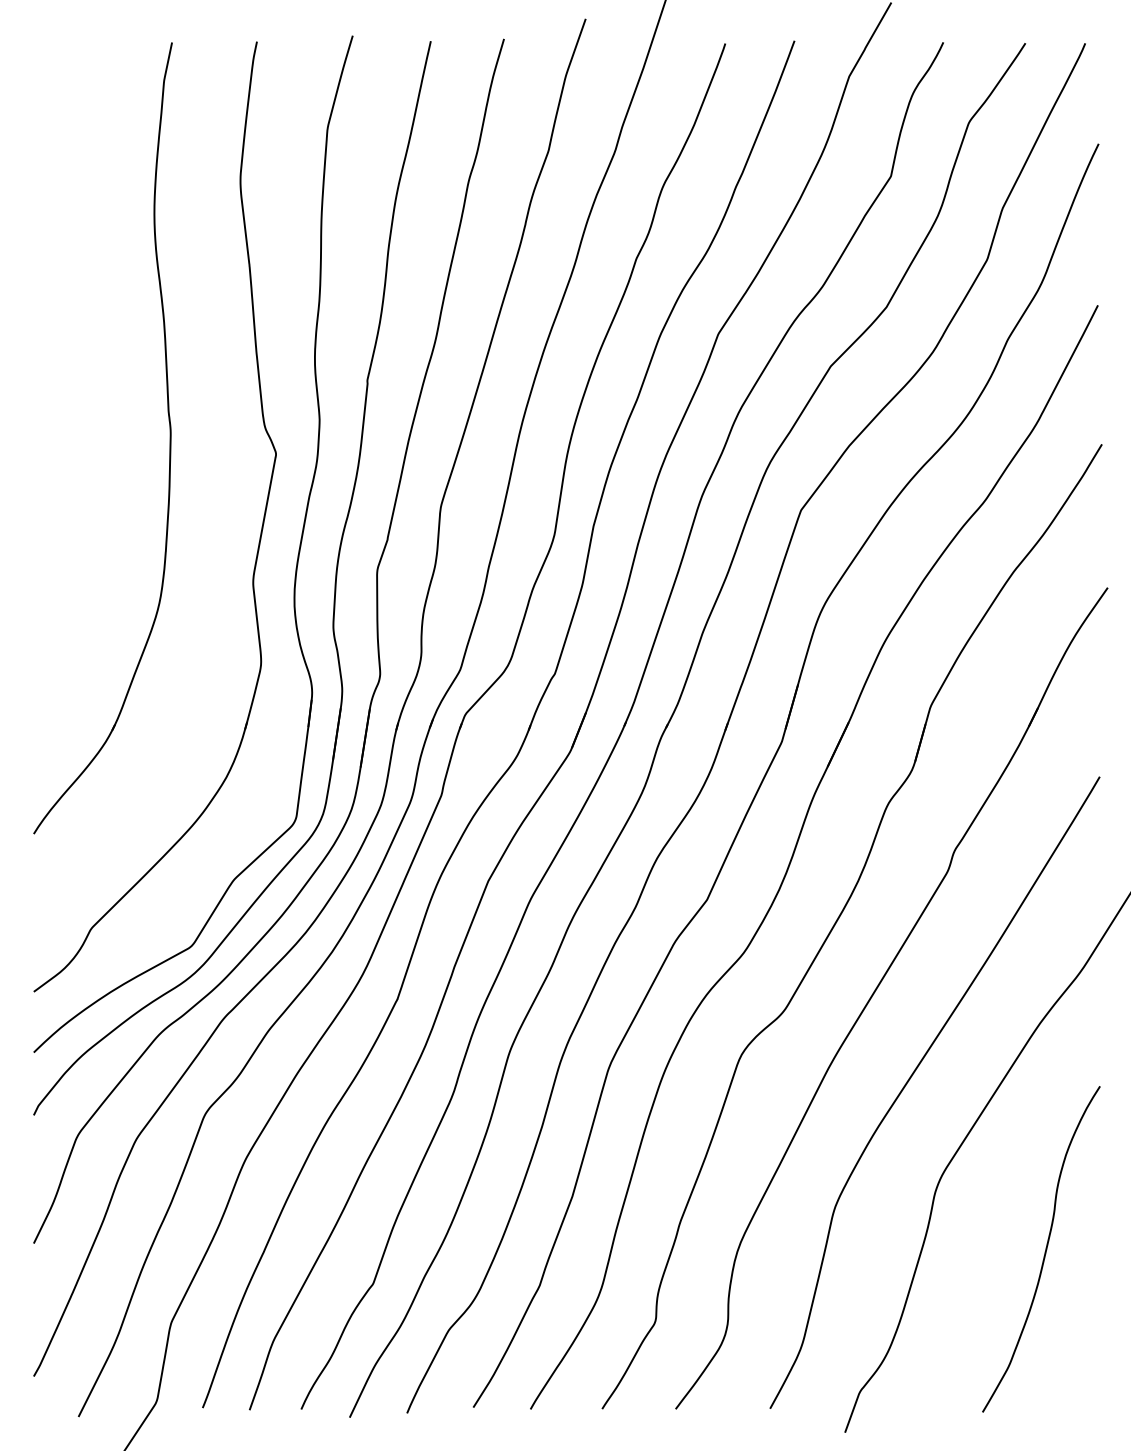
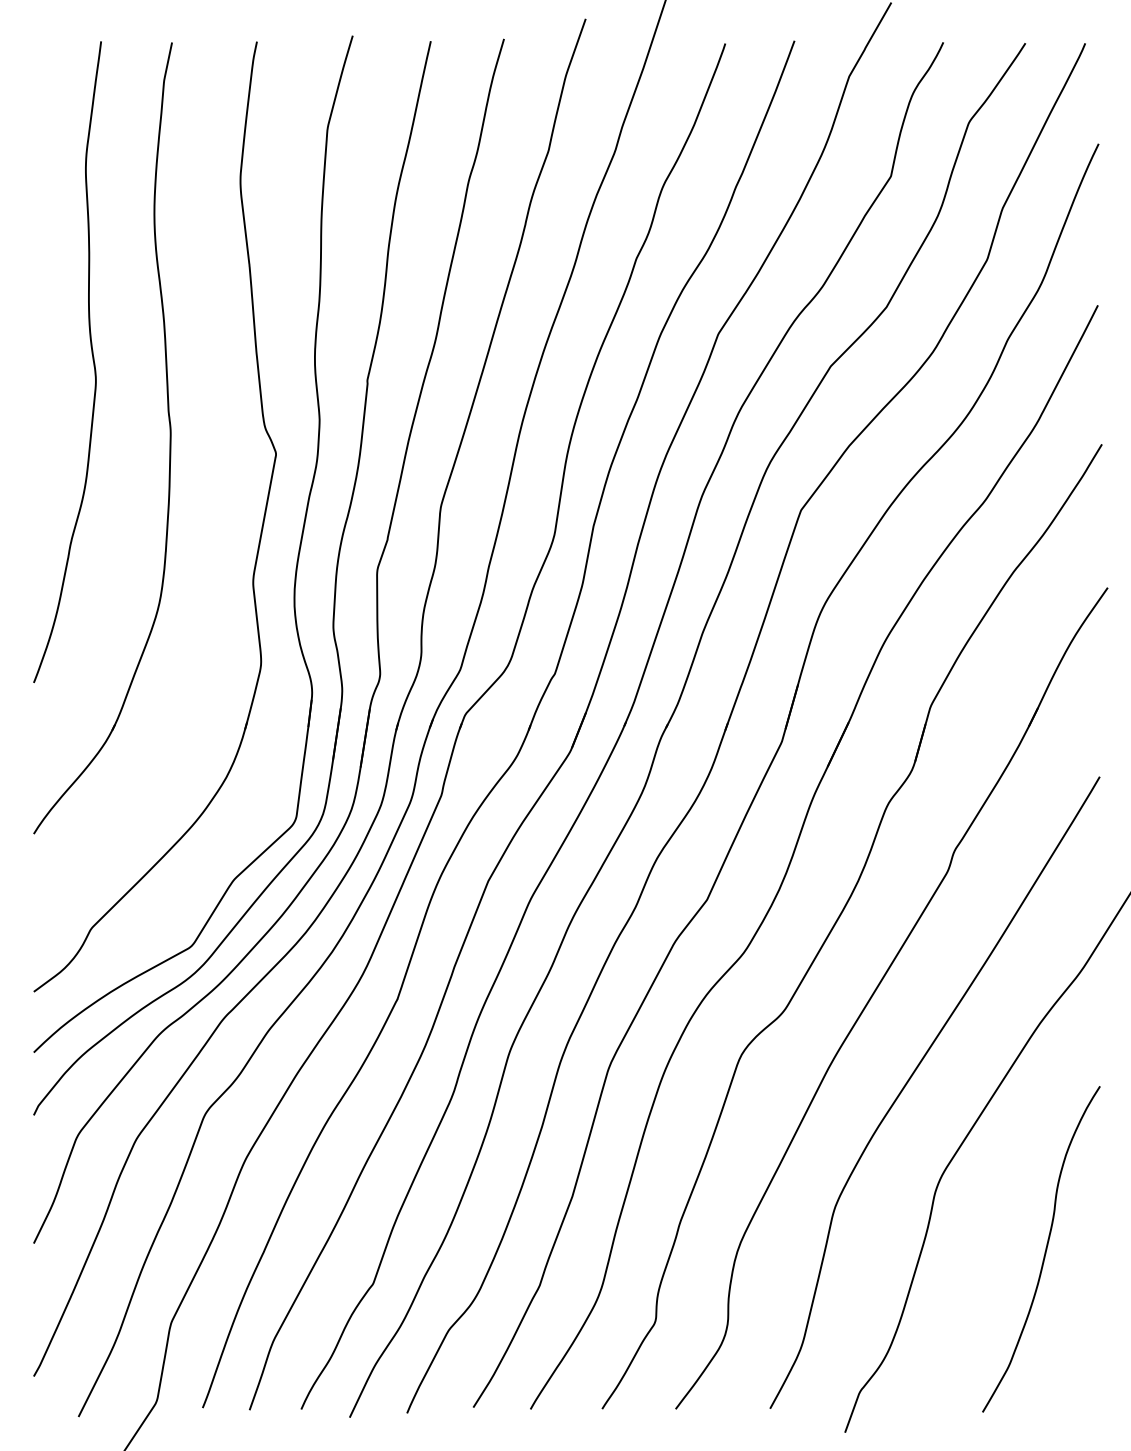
curve at (91, 354): none -> present
